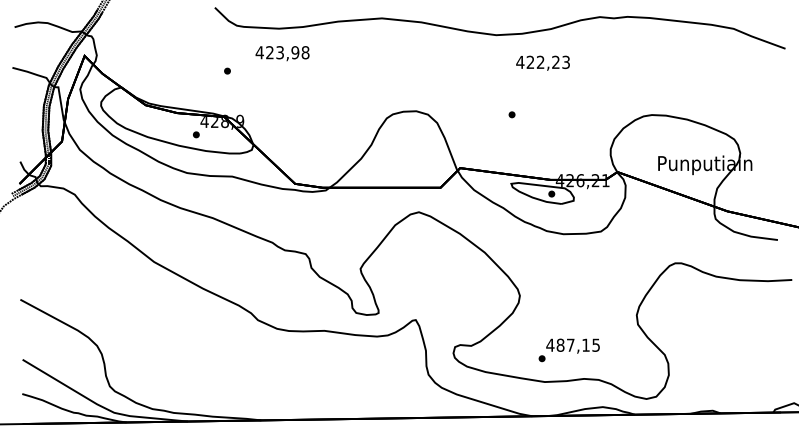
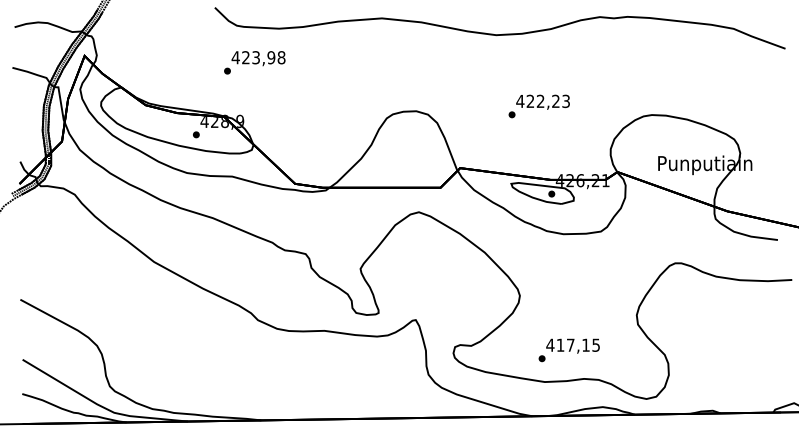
text at (282, 53) position: (282, 53) -> (258, 58)
text at (542, 62) position: (542, 62) -> (542, 101)
text at (560, 344): 487,15 -> 417,15
